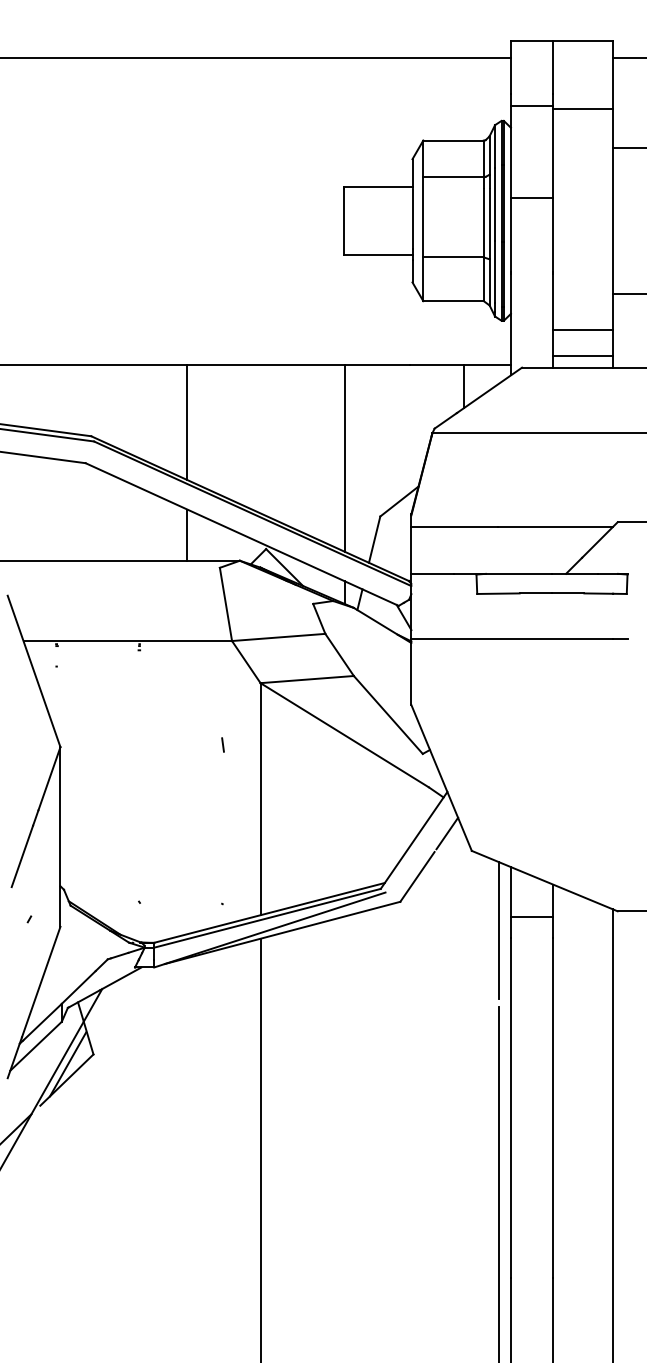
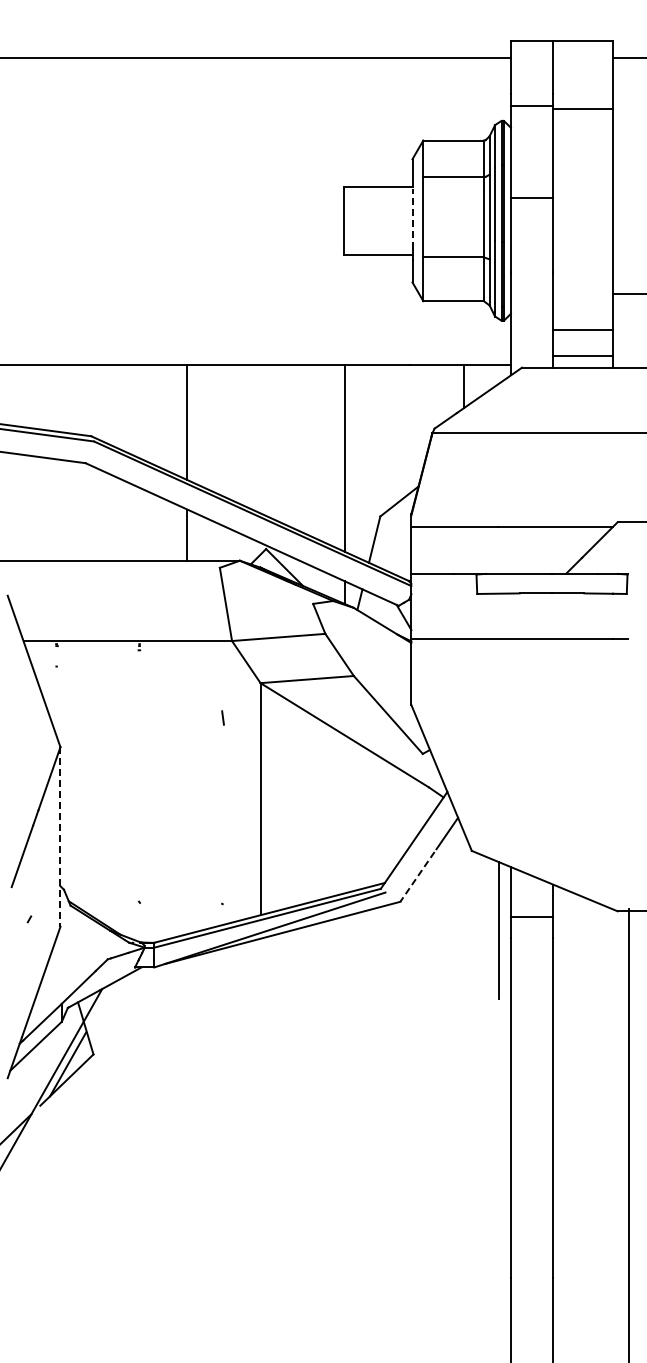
line at (627, 147): present -> none
line at (412, 219): solid -> dashed
line at (222, 744) position: (222, 744) -> (222, 717)
line at (60, 836): solid -> dashed
line at (417, 877): solid -> dashed
line at (612, 1134) position: (612, 1134) -> (628, 1134)
line at (260, 1148): present -> none
line at (498, 1182): present -> none
